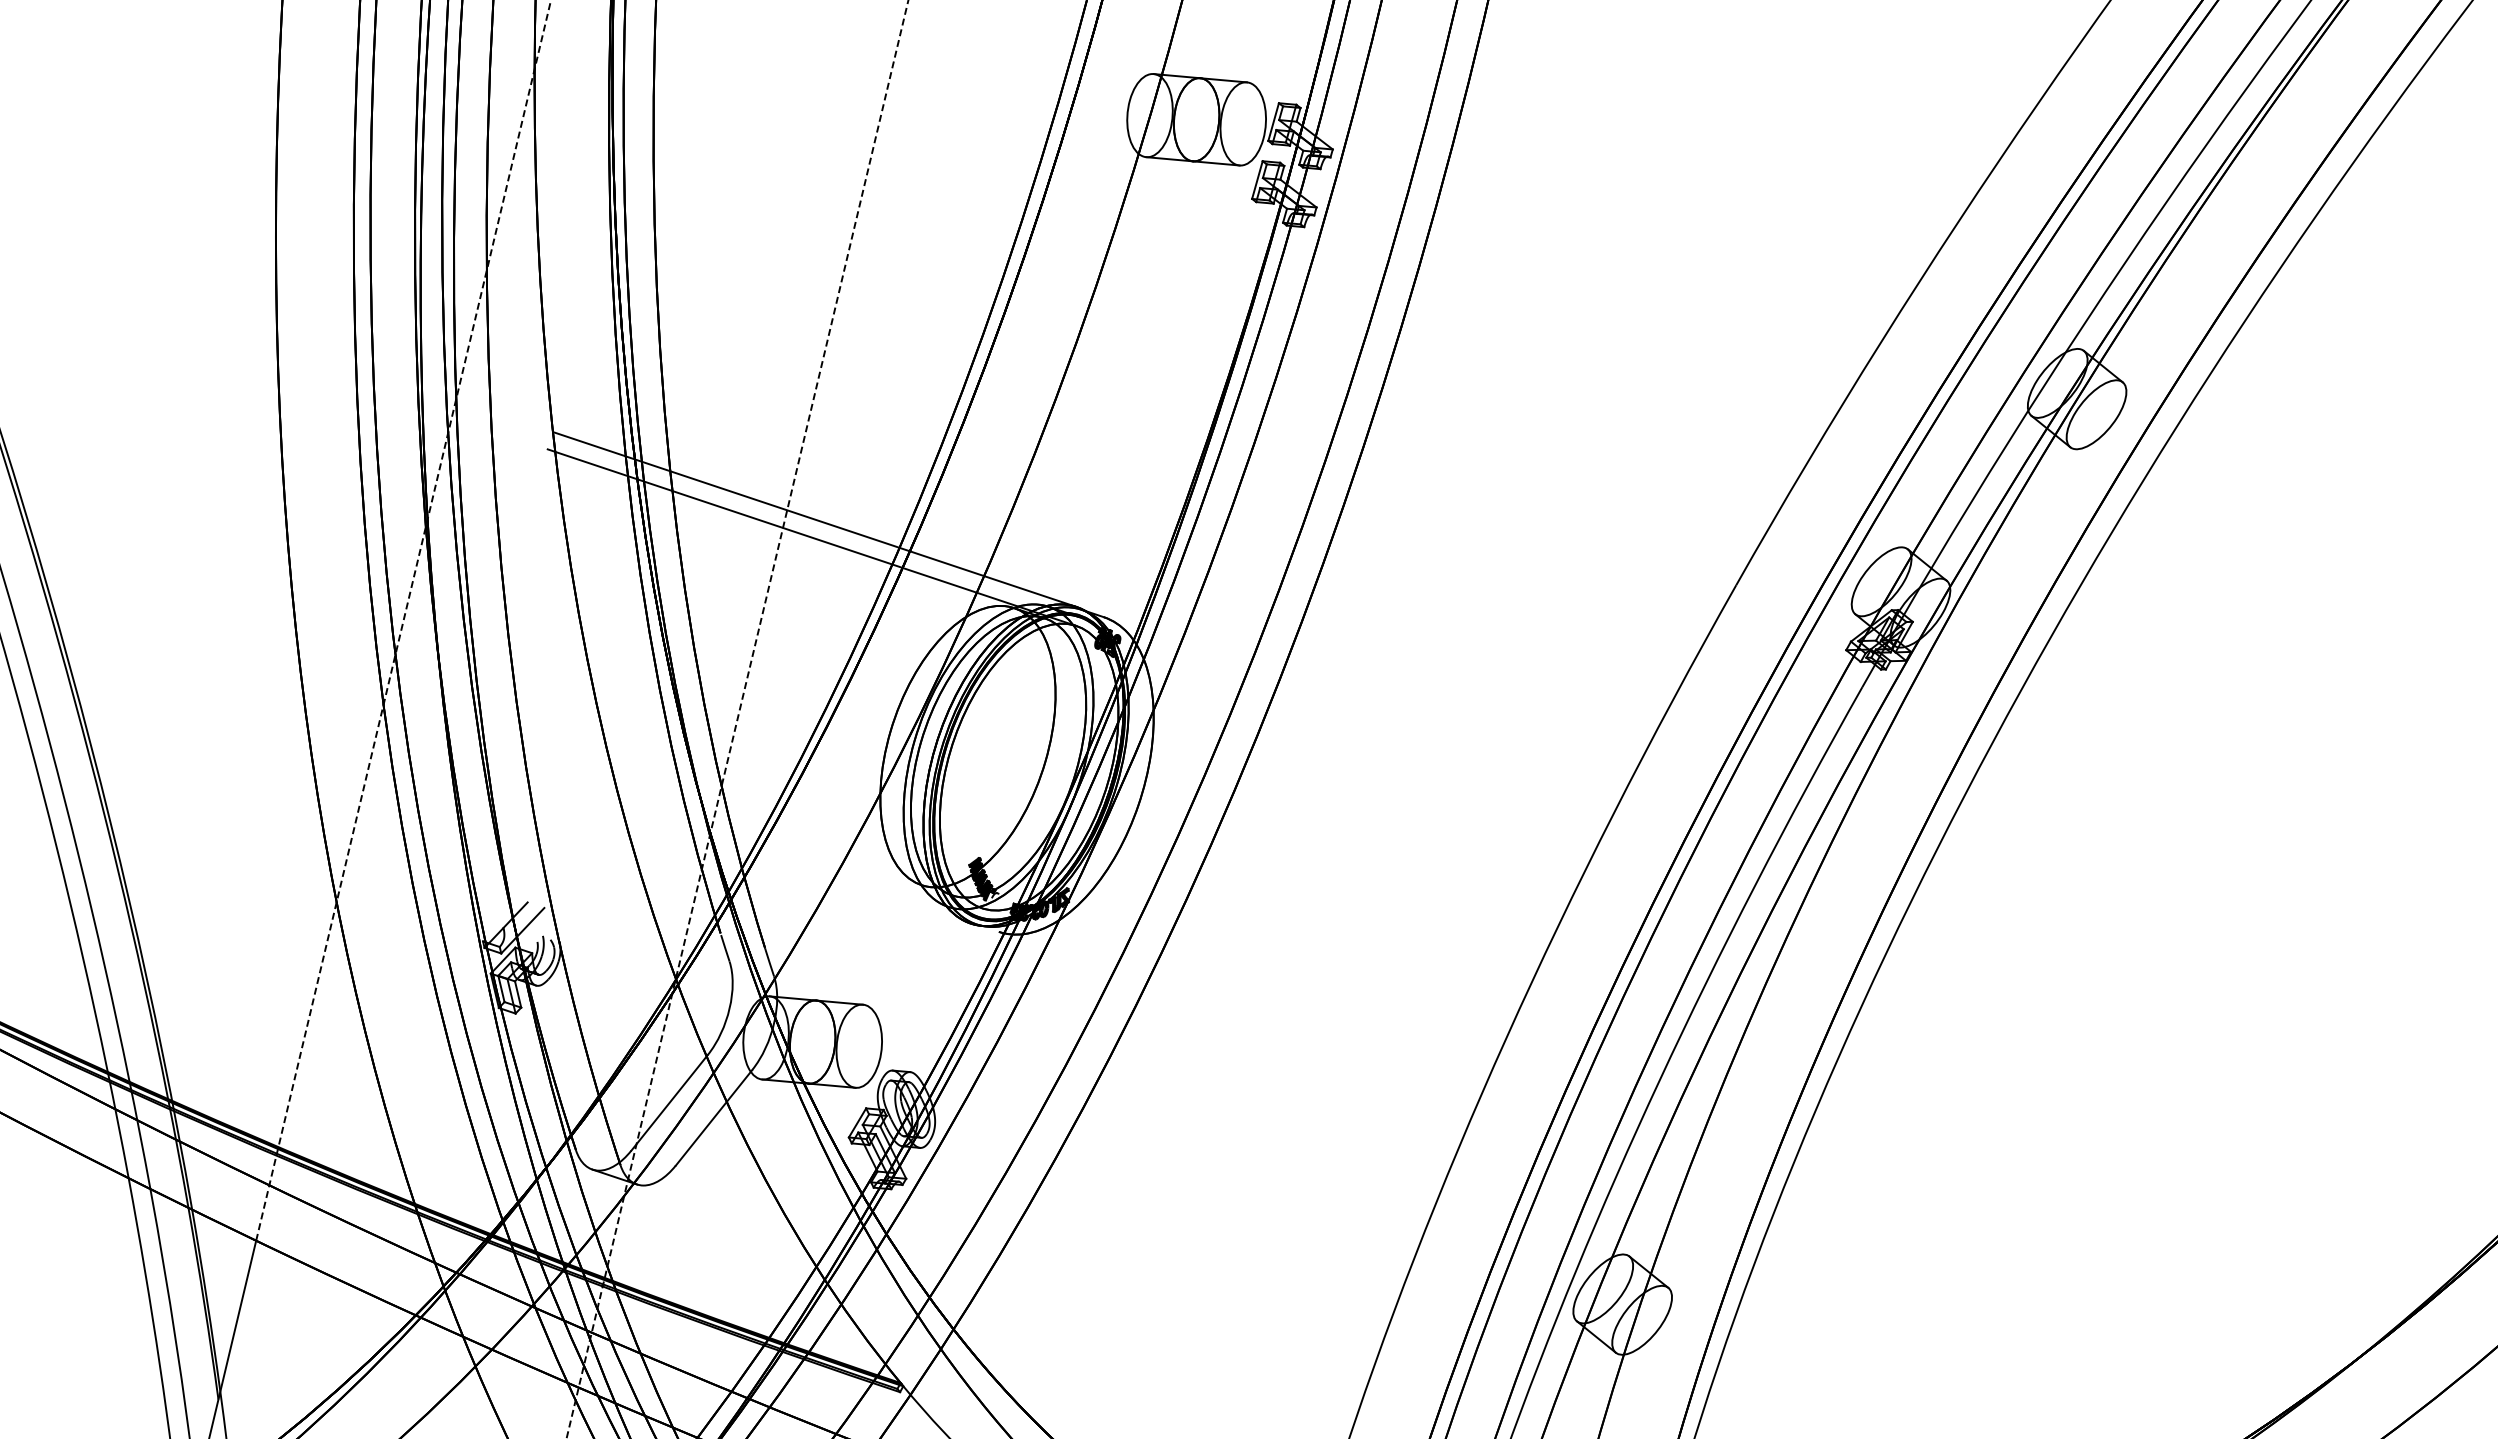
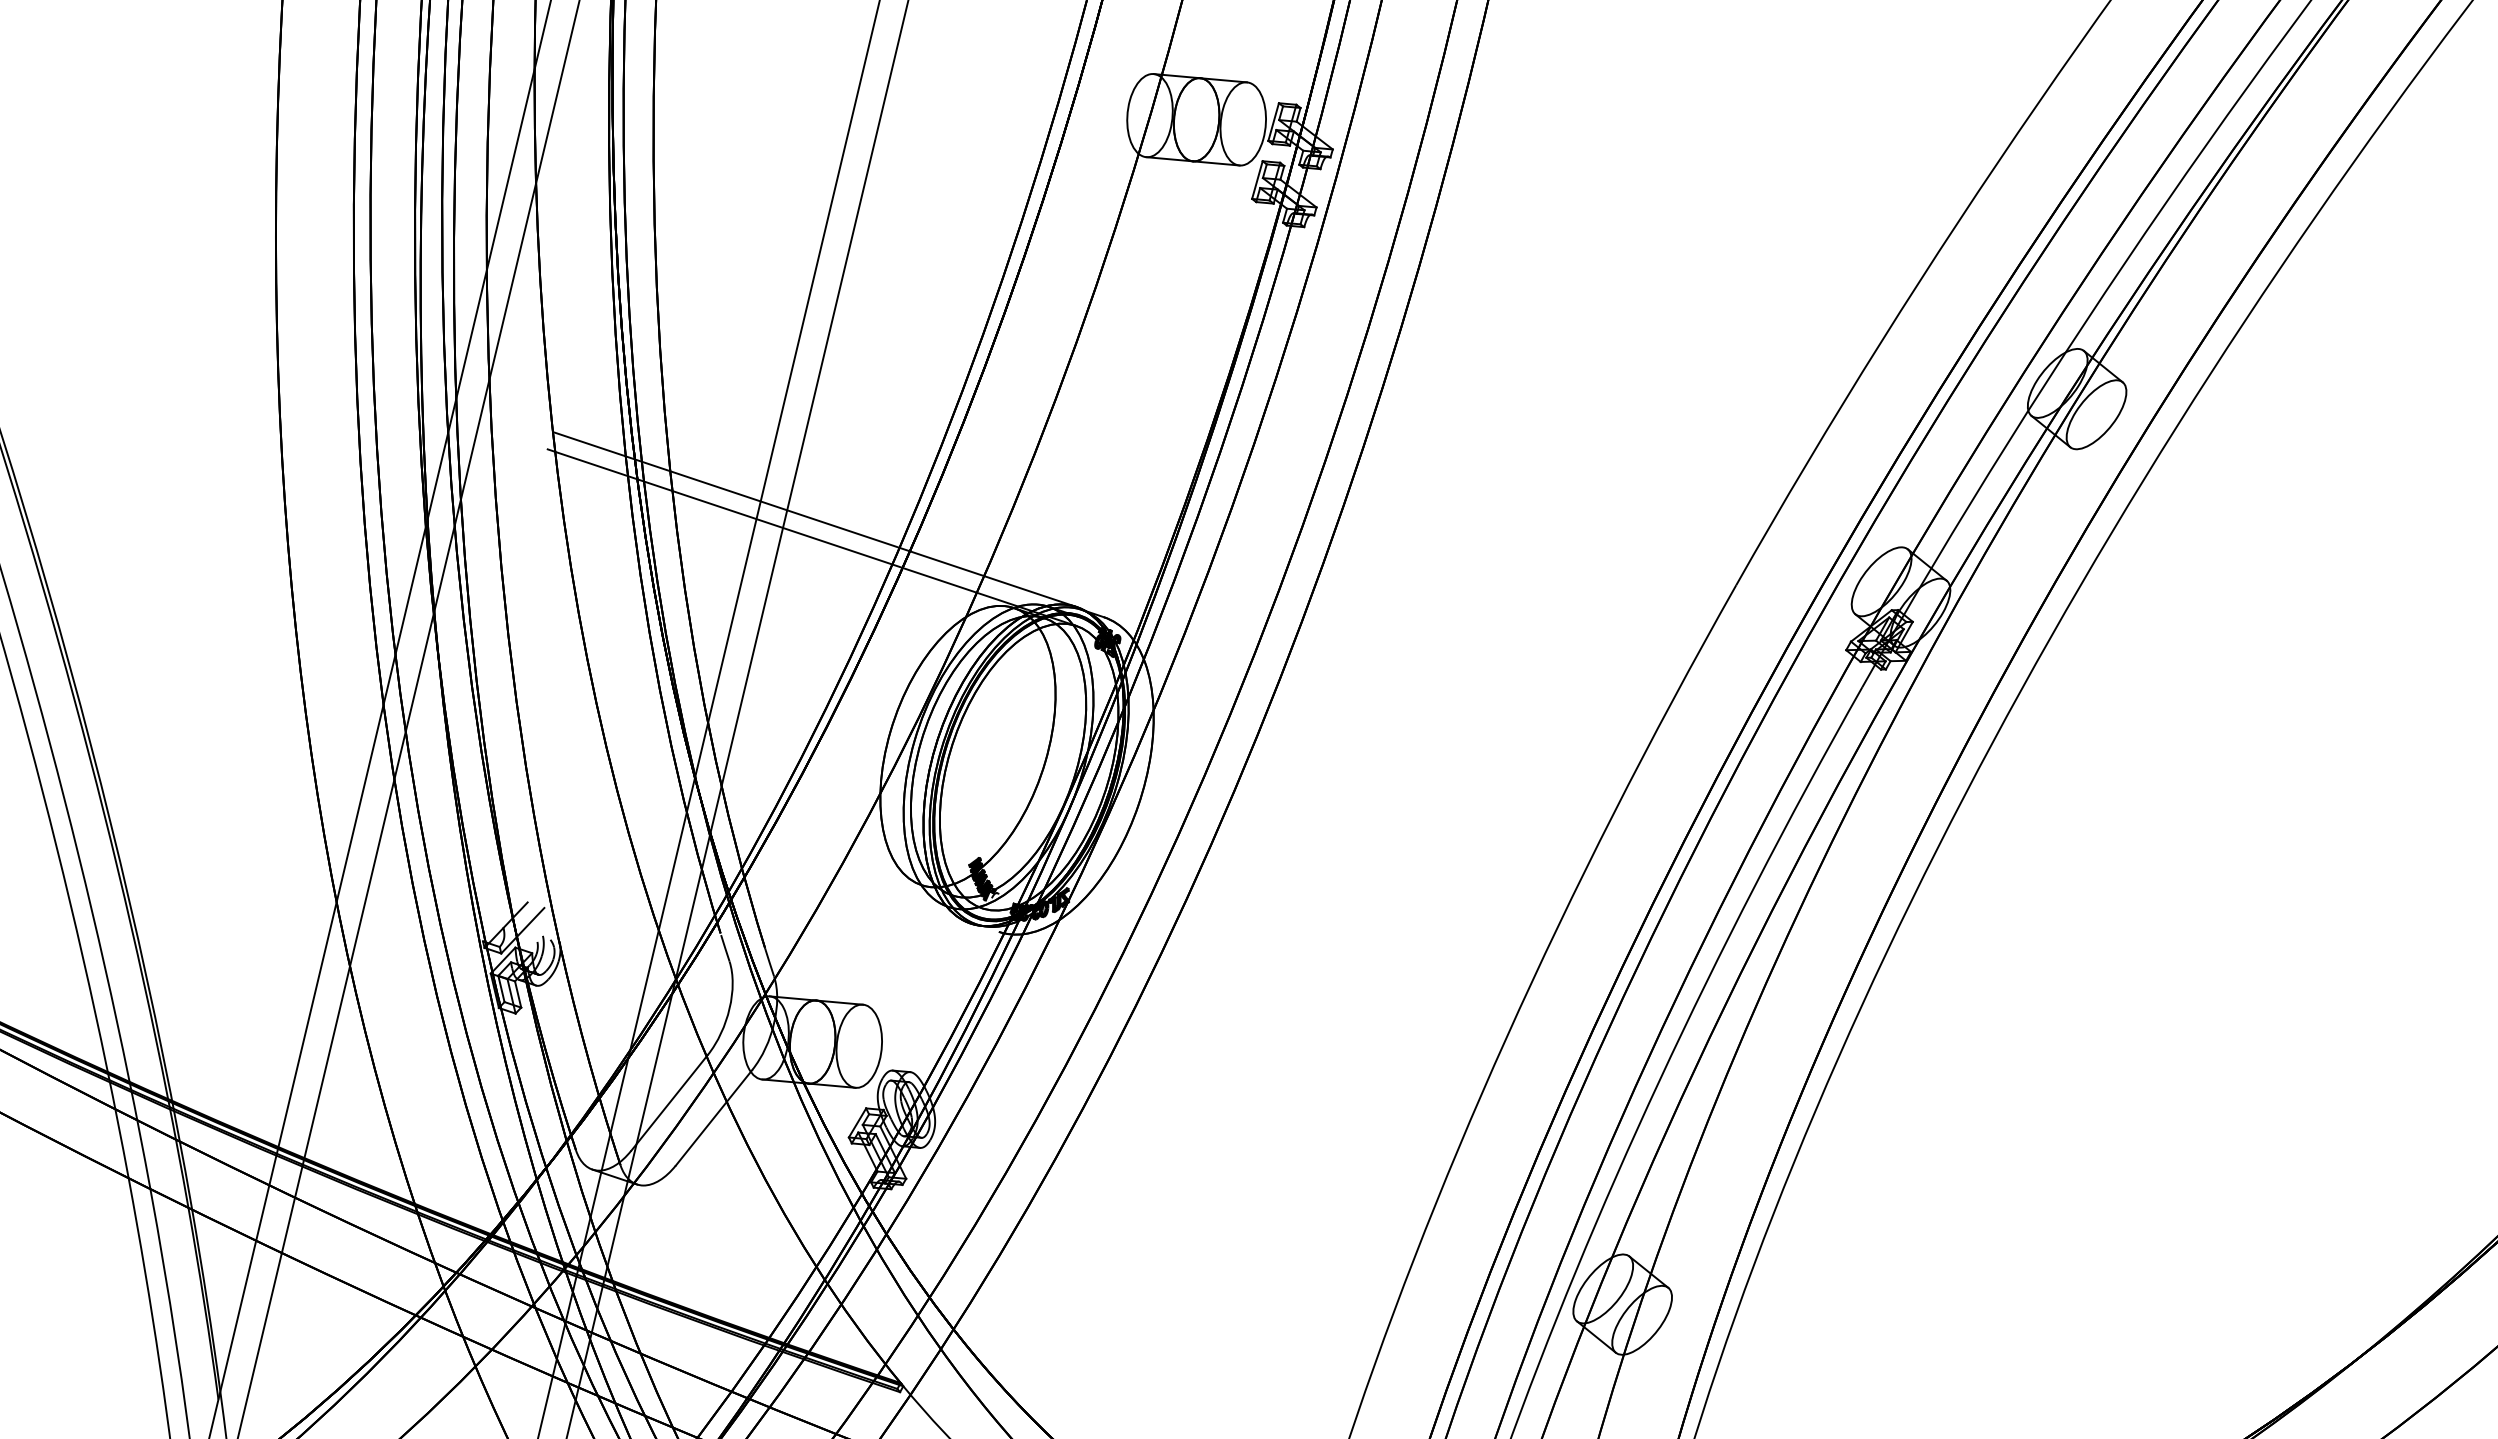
line at (403, 620): dashed -> solid
line at (408, 718): none -> present
line at (708, 718): none -> present
line at (737, 719): dashed -> solid
